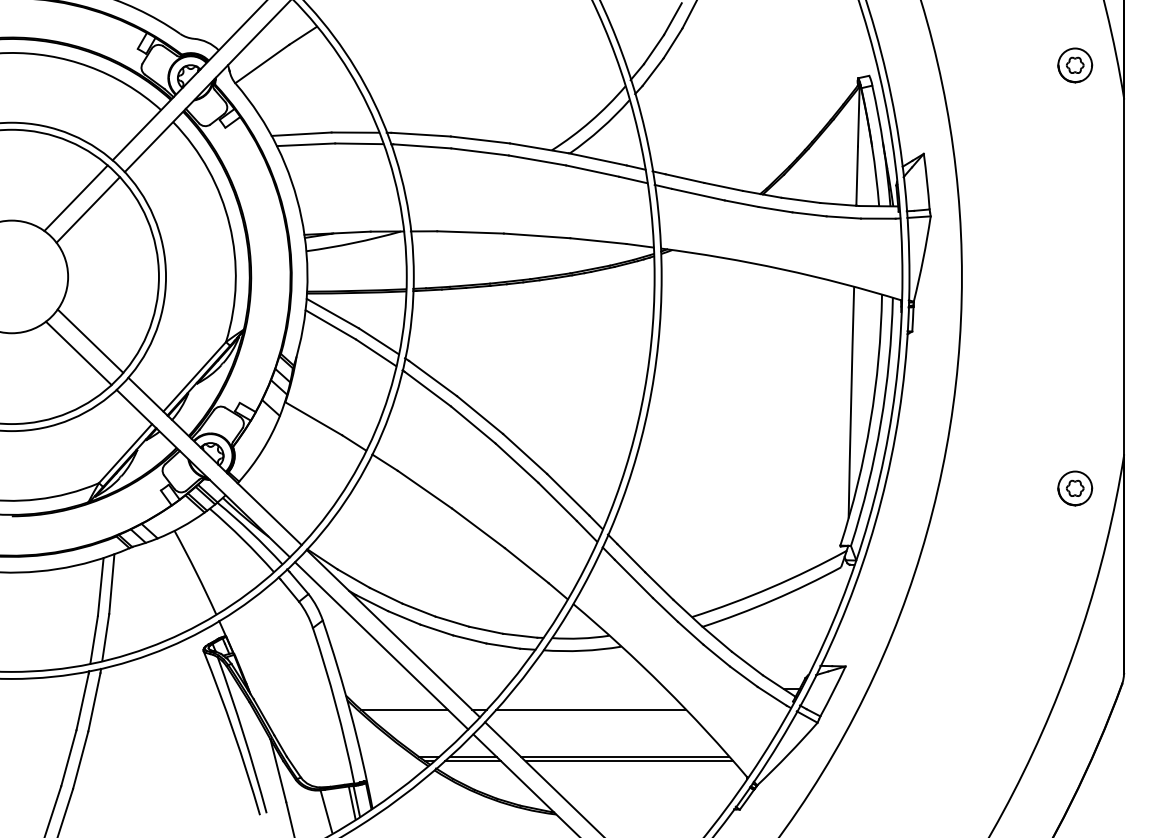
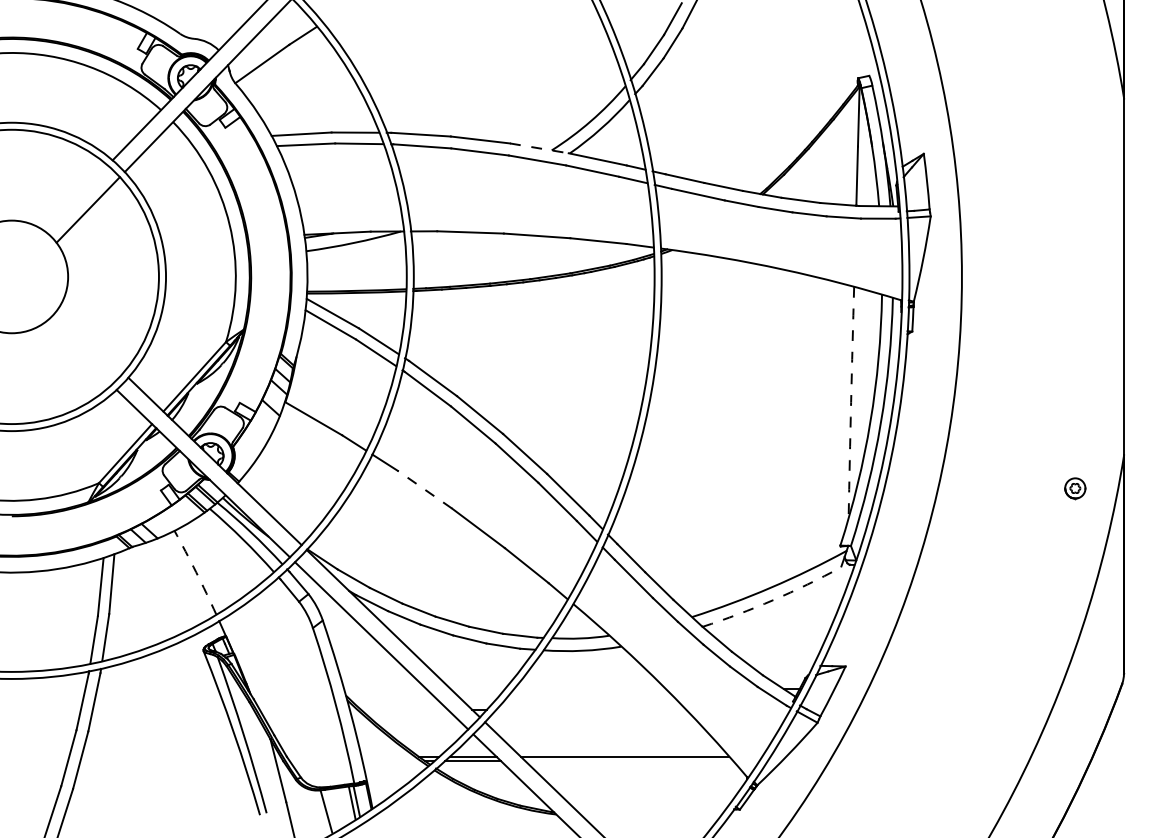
part at (1075, 65): present -> none
line at (539, 148): solid -> dashed
line at (75, 198): present -> none
line at (90, 340): present -> none
line at (78, 353): present -> none
arc at (851, 402): solid -> dashed
part at (1075, 488) size: 37x37 px -> 23x24 px
line at (424, 489): solid -> dashed
arc at (196, 572): solid -> dashed
arc at (773, 600): solid -> dashed
line at (404, 709): present -> none
line at (591, 709): present -> none
line at (629, 761): present -> none
